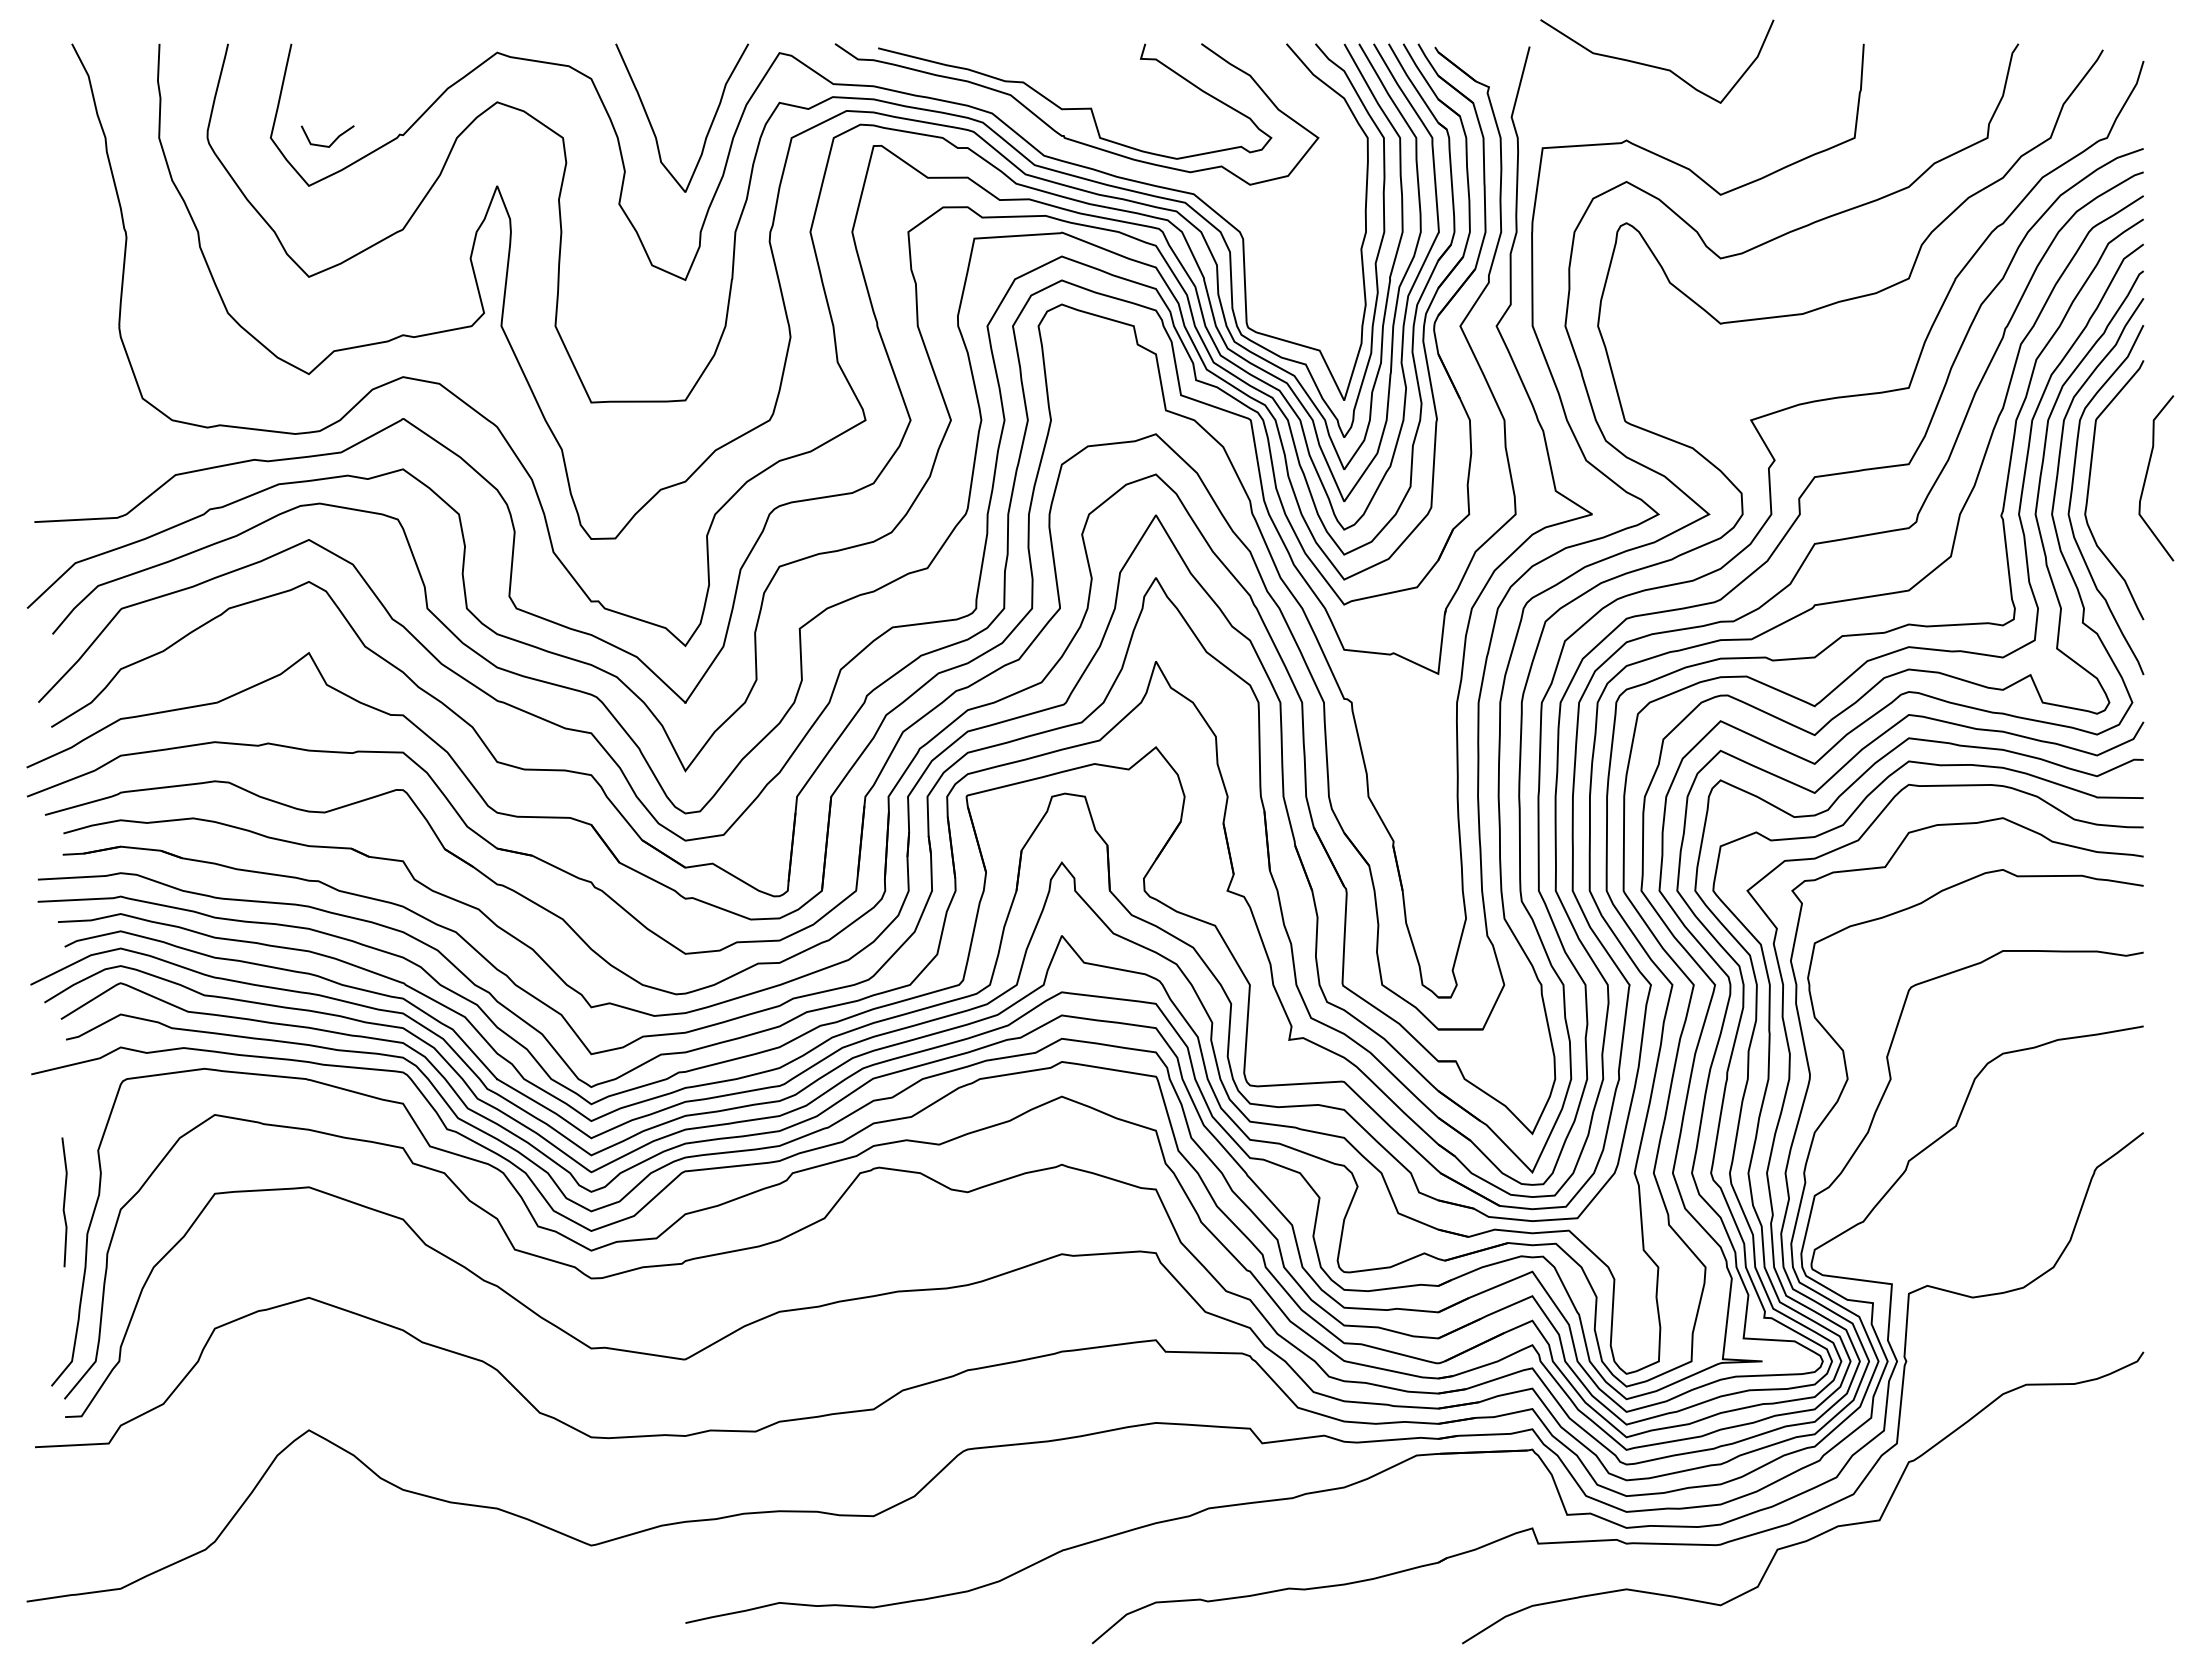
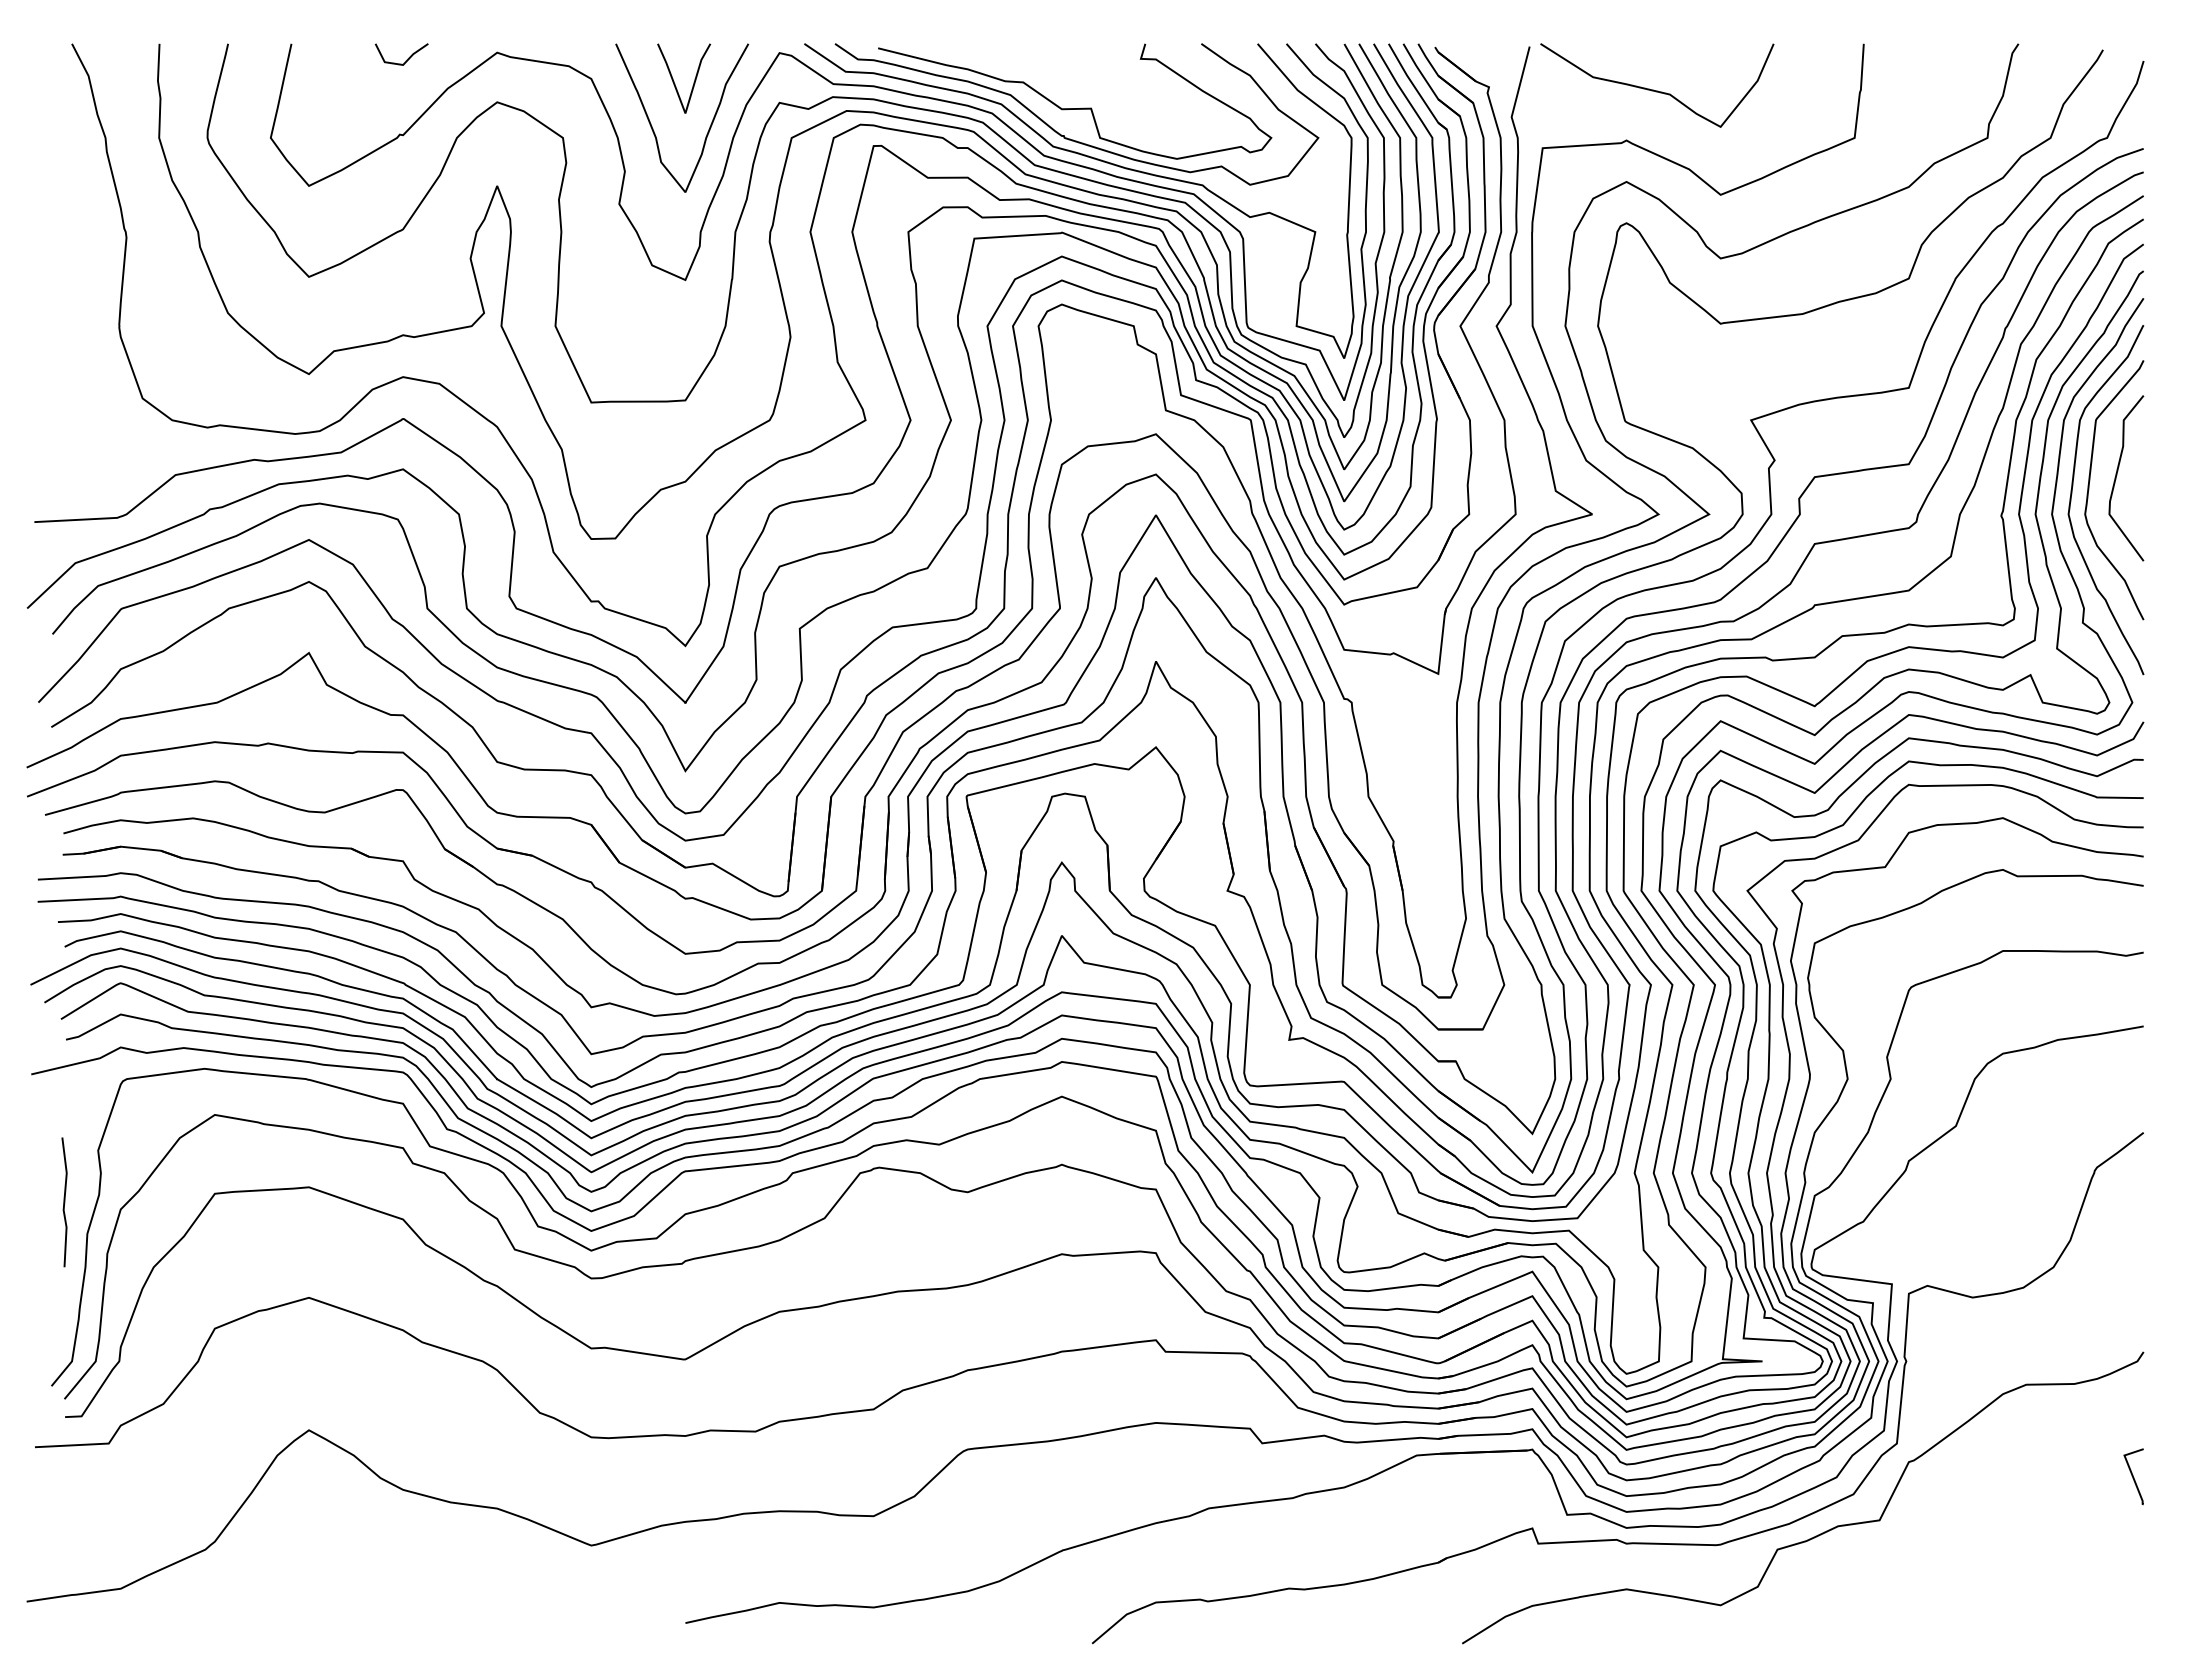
curve at (1657, 66) position: (1657, 66) -> (1657, 90)
line at (693, 82): none -> present
line at (332, 141) position: (332, 141) -> (406, 59)
curve at (1093, 159): none -> present
curve at (2147, 475) position: (2147, 475) -> (2117, 475)
line at (2133, 1476): none -> present
